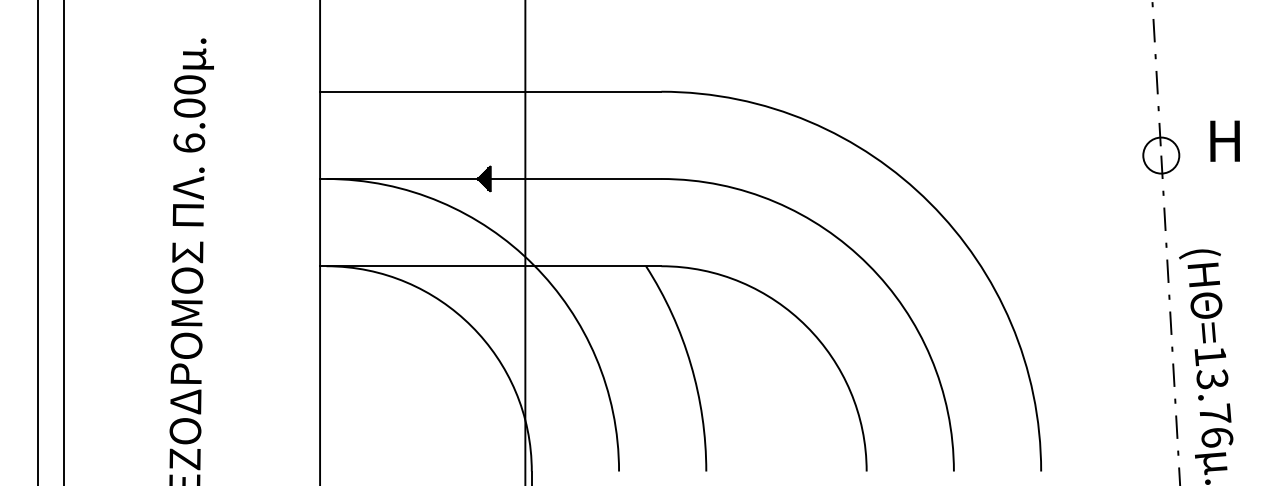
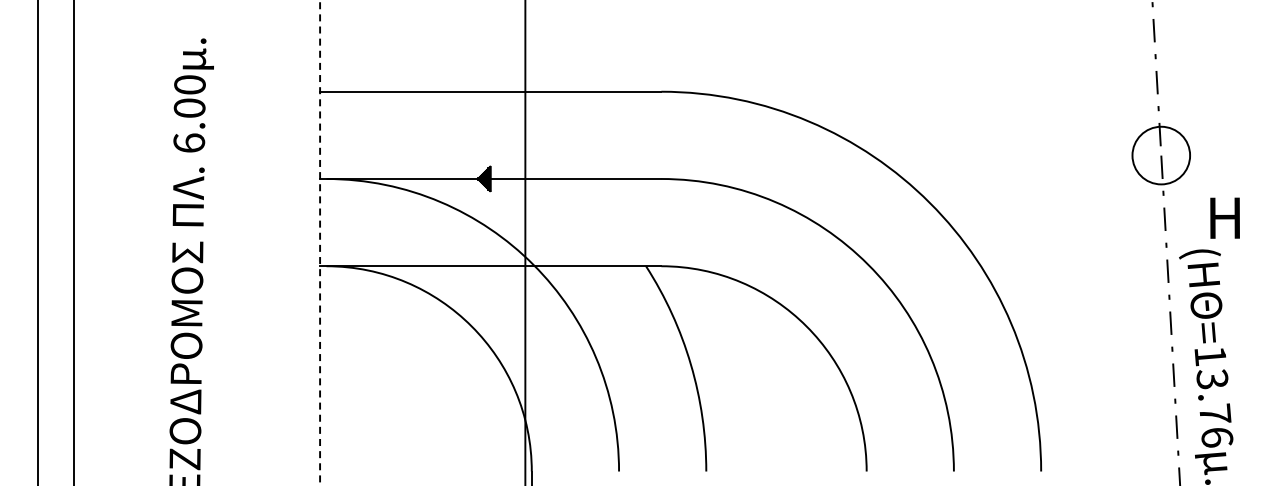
text at (1224, 140) position: (1224, 140) -> (1224, 217)
circle at (1161, 155) diameter: 36 px -> 58 px
line at (64, 242) position: (64, 242) -> (74, 242)
line at (320, 243): solid -> dashed
